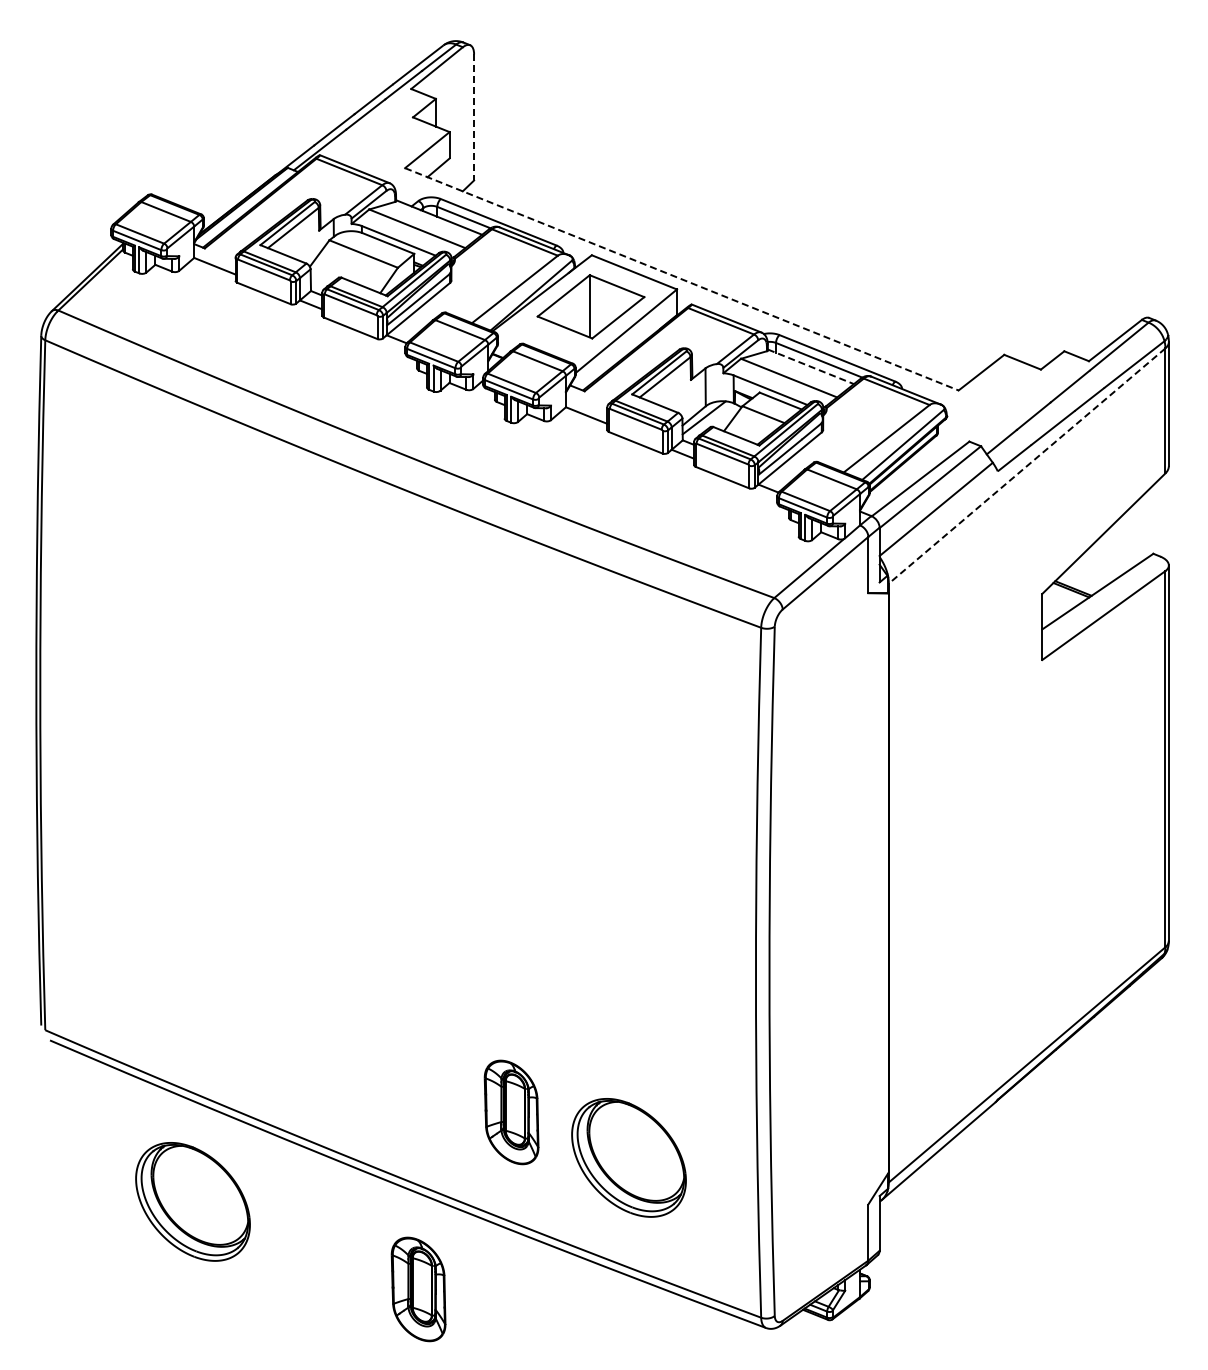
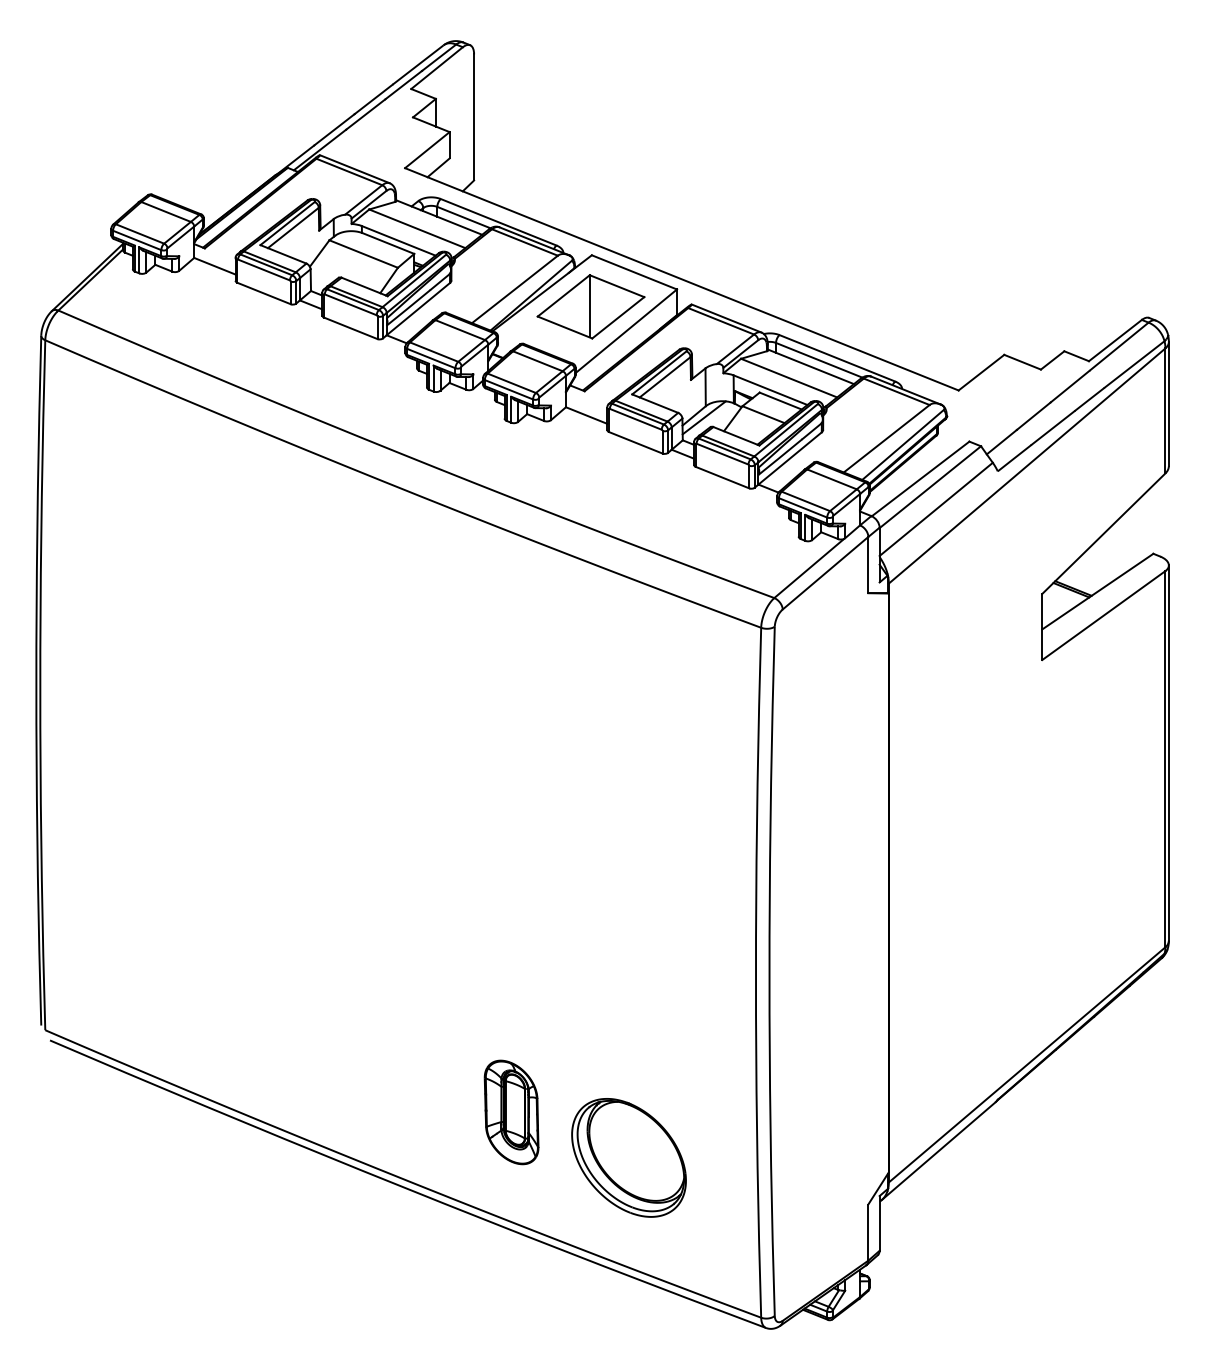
line at (474, 117): dashed -> solid
line at (682, 279): dashed -> solid
line at (811, 367): dashed -> solid
line at (1027, 466): dashed -> solid
part at (192, 1201): present -> none
part at (418, 1289): present -> none
